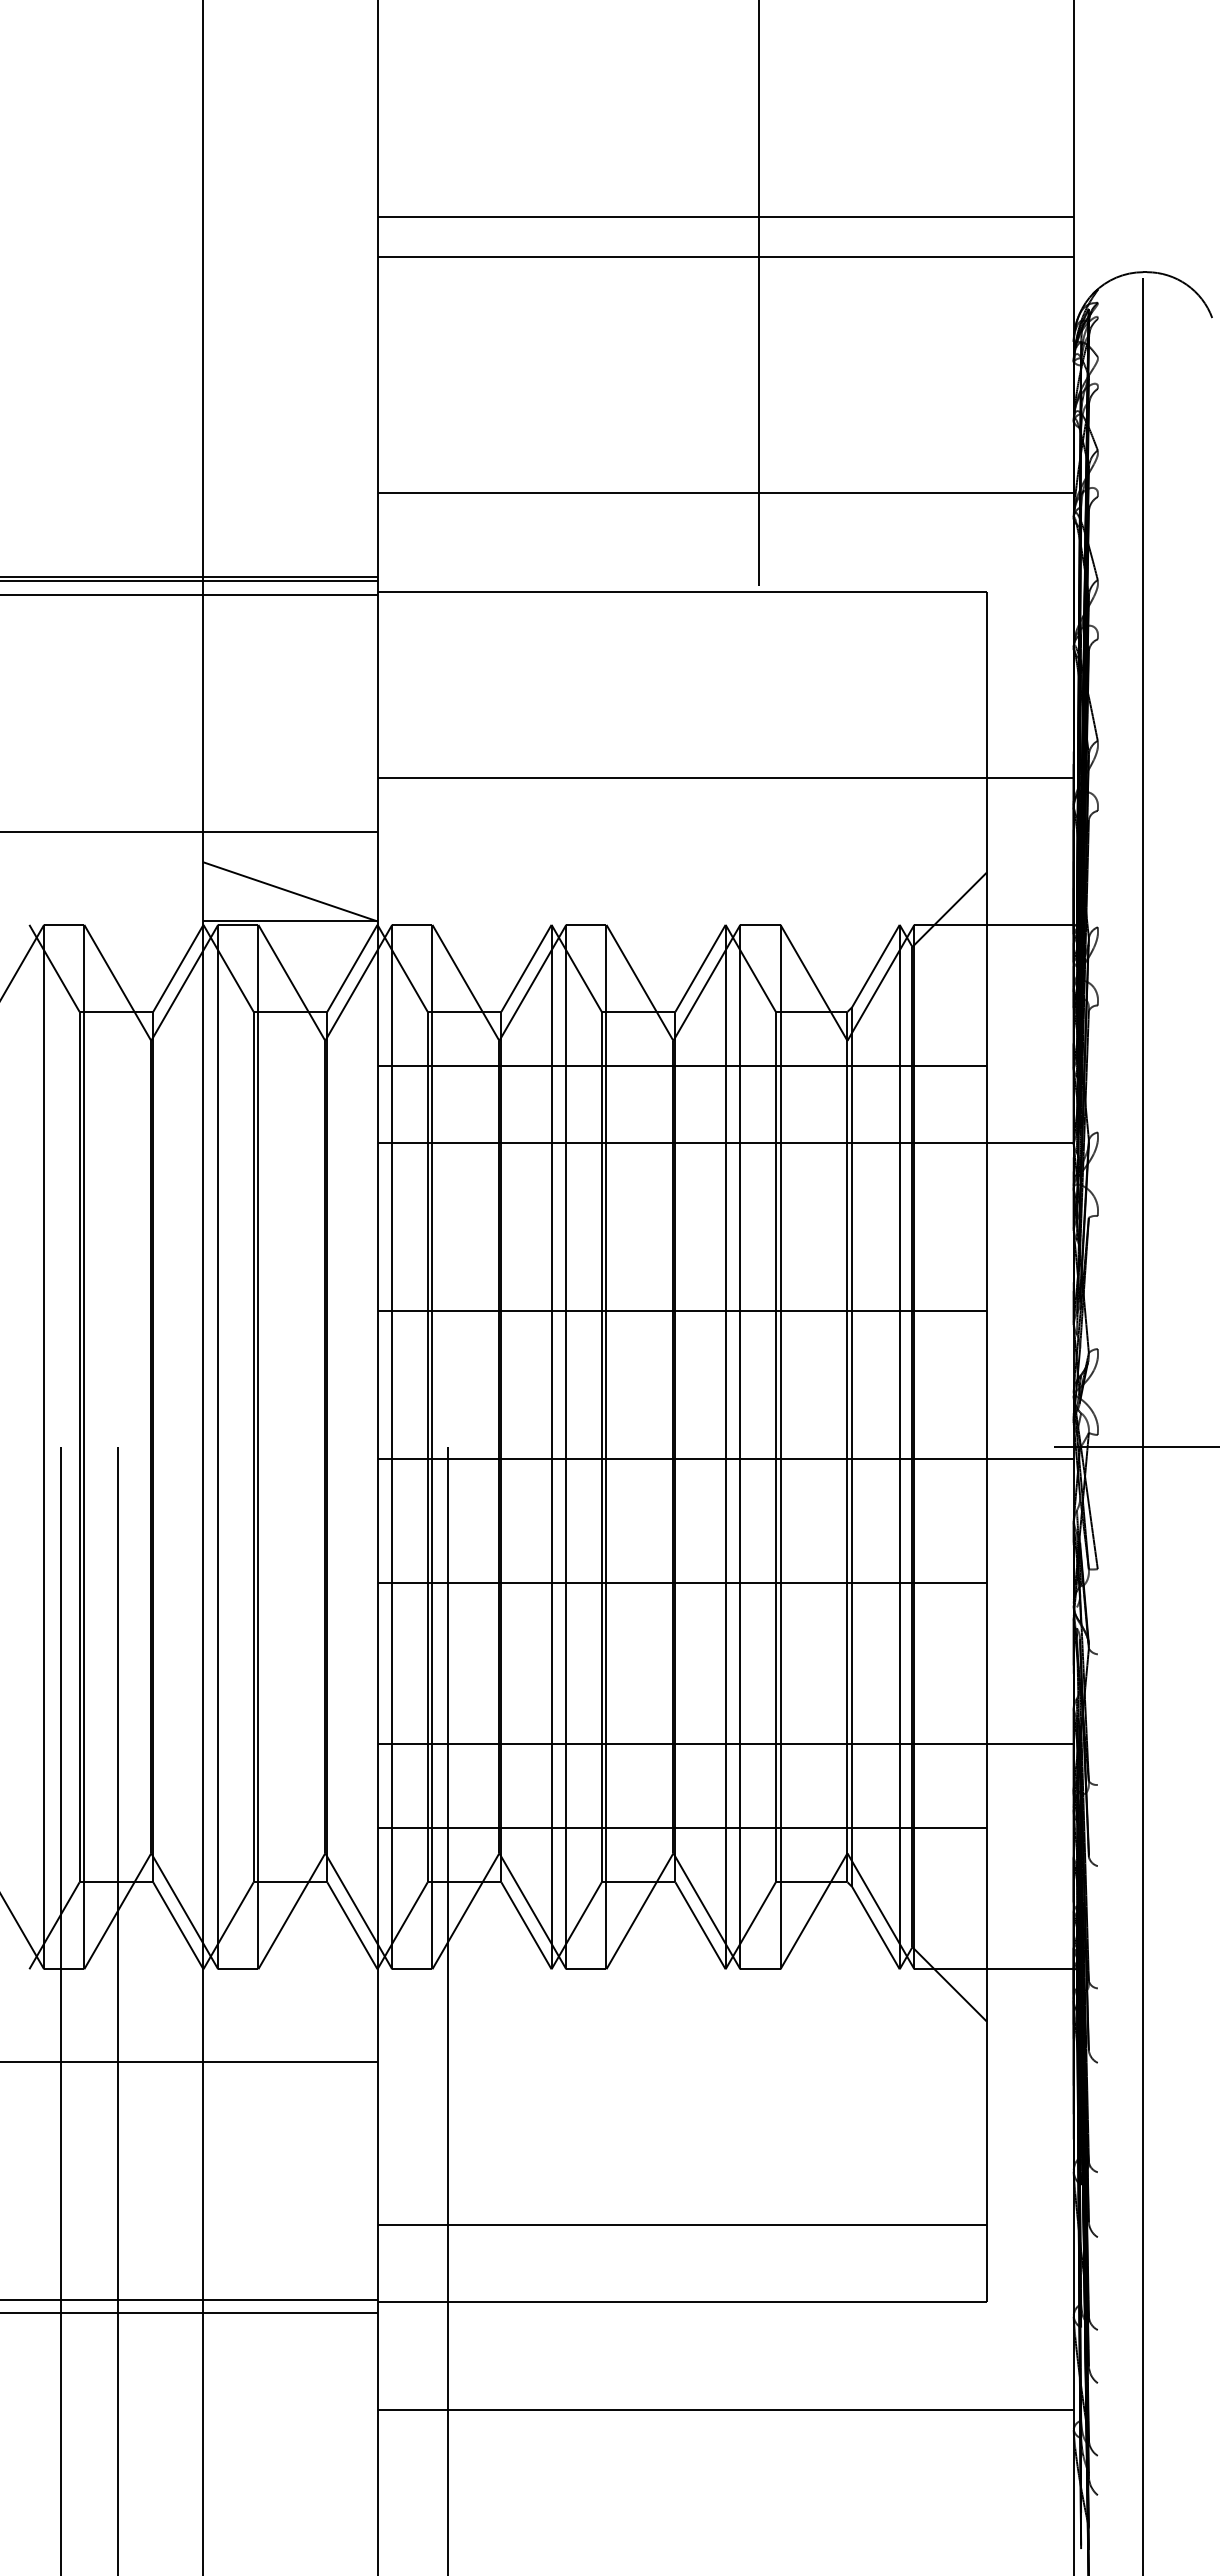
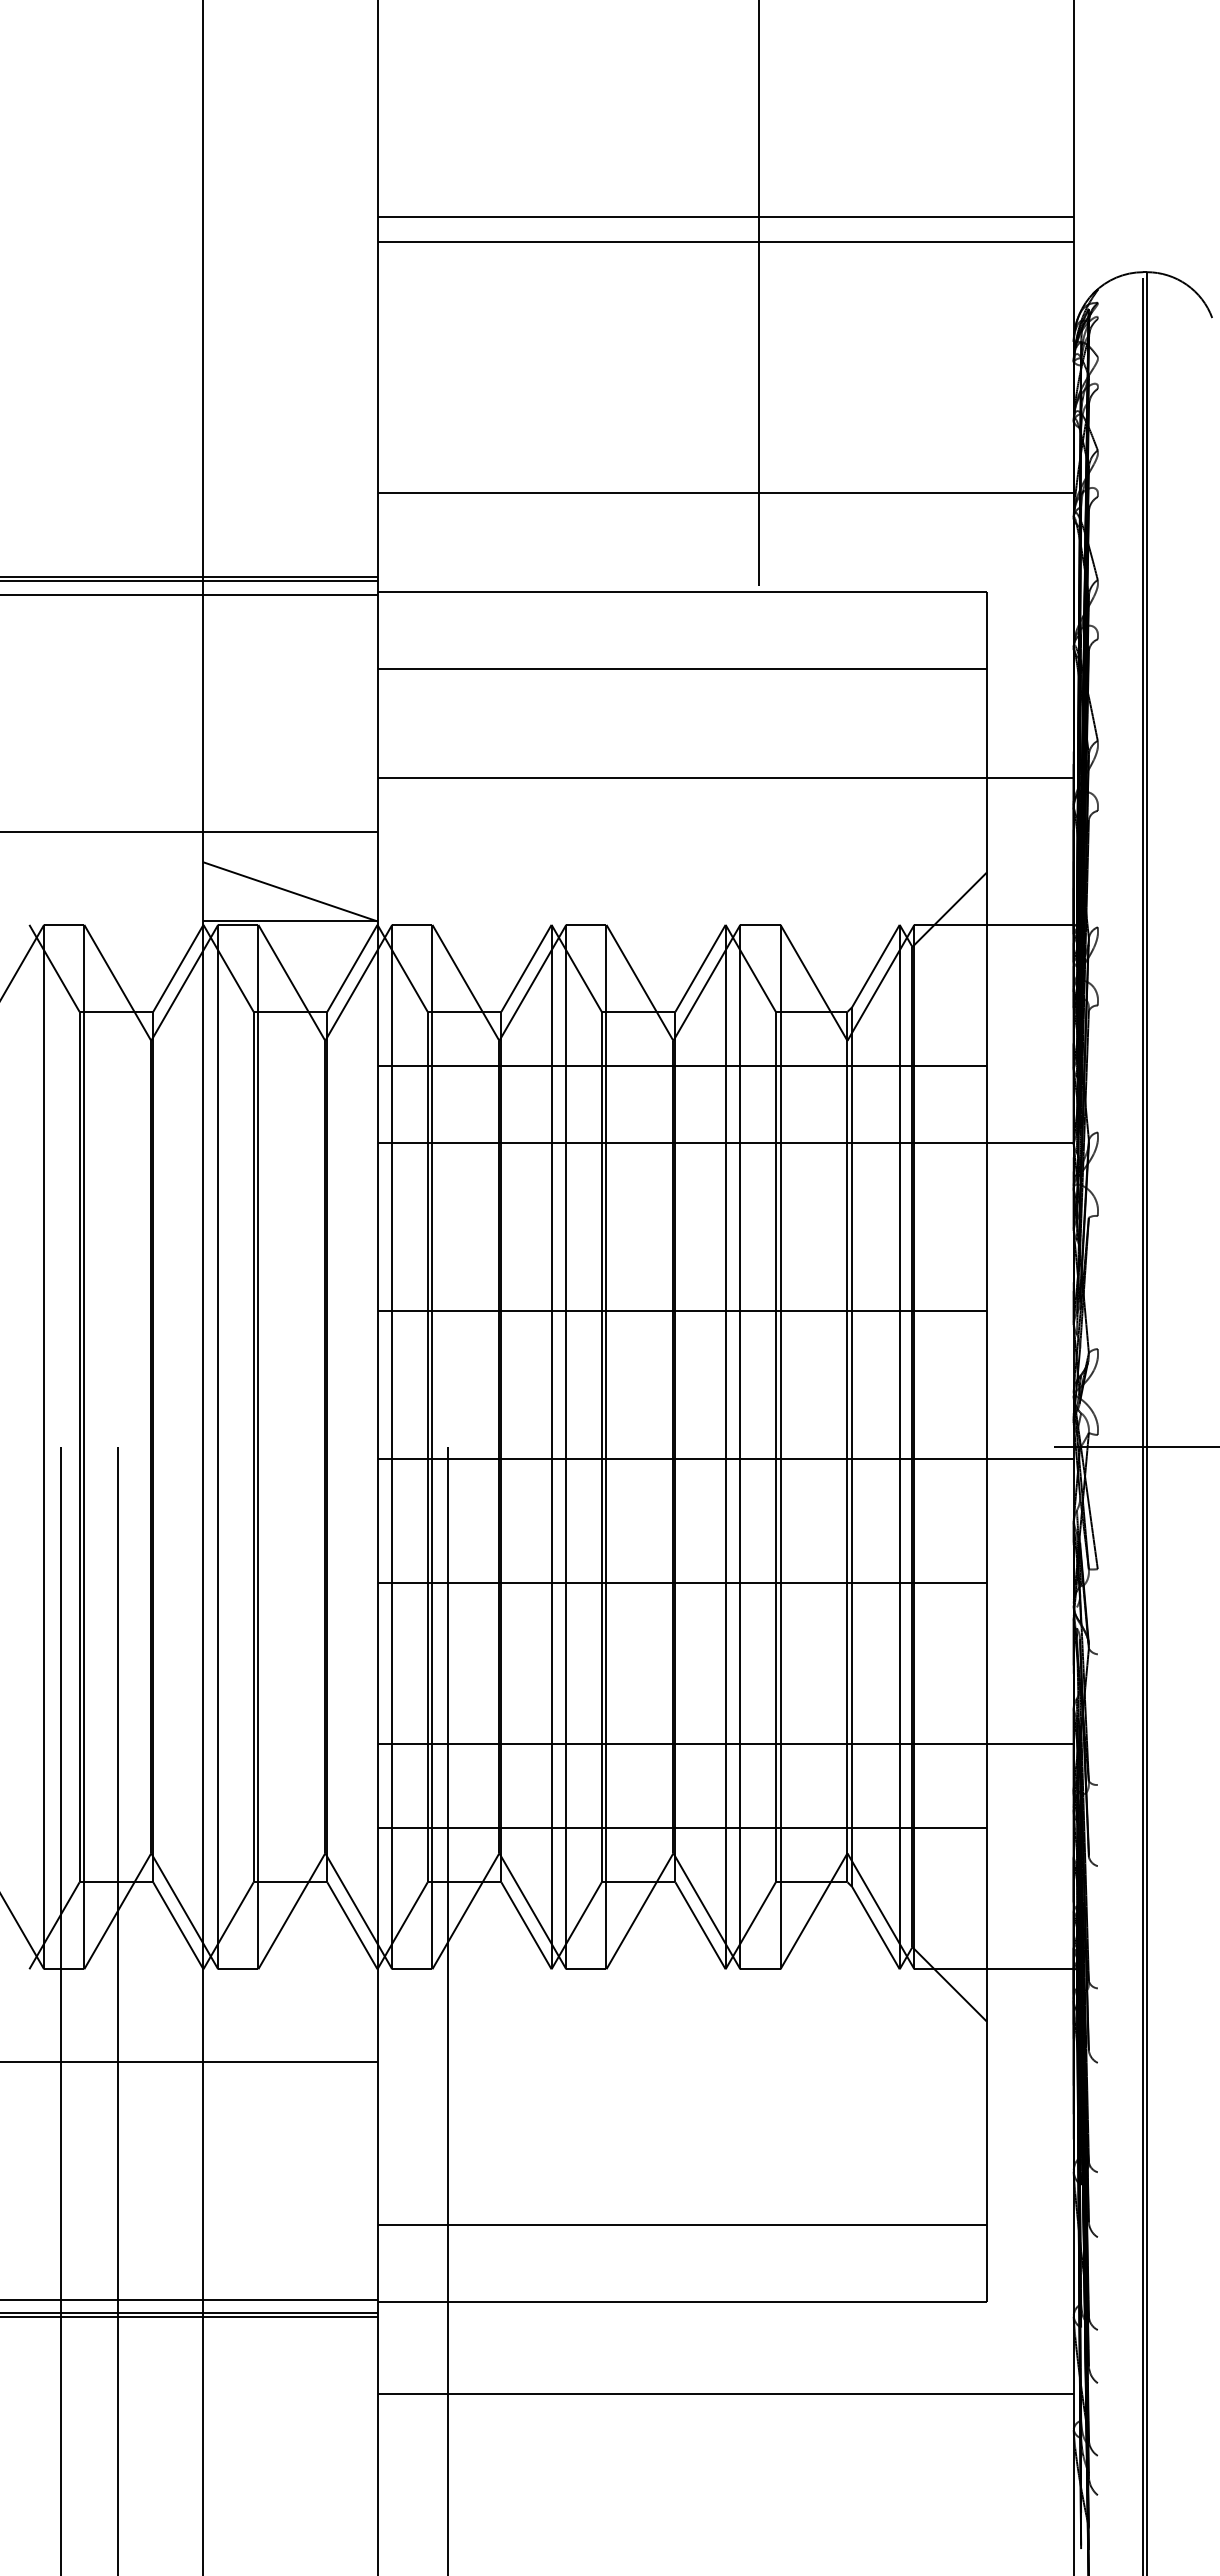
line at (725, 257) position: (725, 257) -> (725, 242)
line at (681, 669): none -> present
line at (1146, 1422): none -> present
line at (189, 2317): none -> present
line at (725, 2409) position: (725, 2409) -> (725, 2393)
